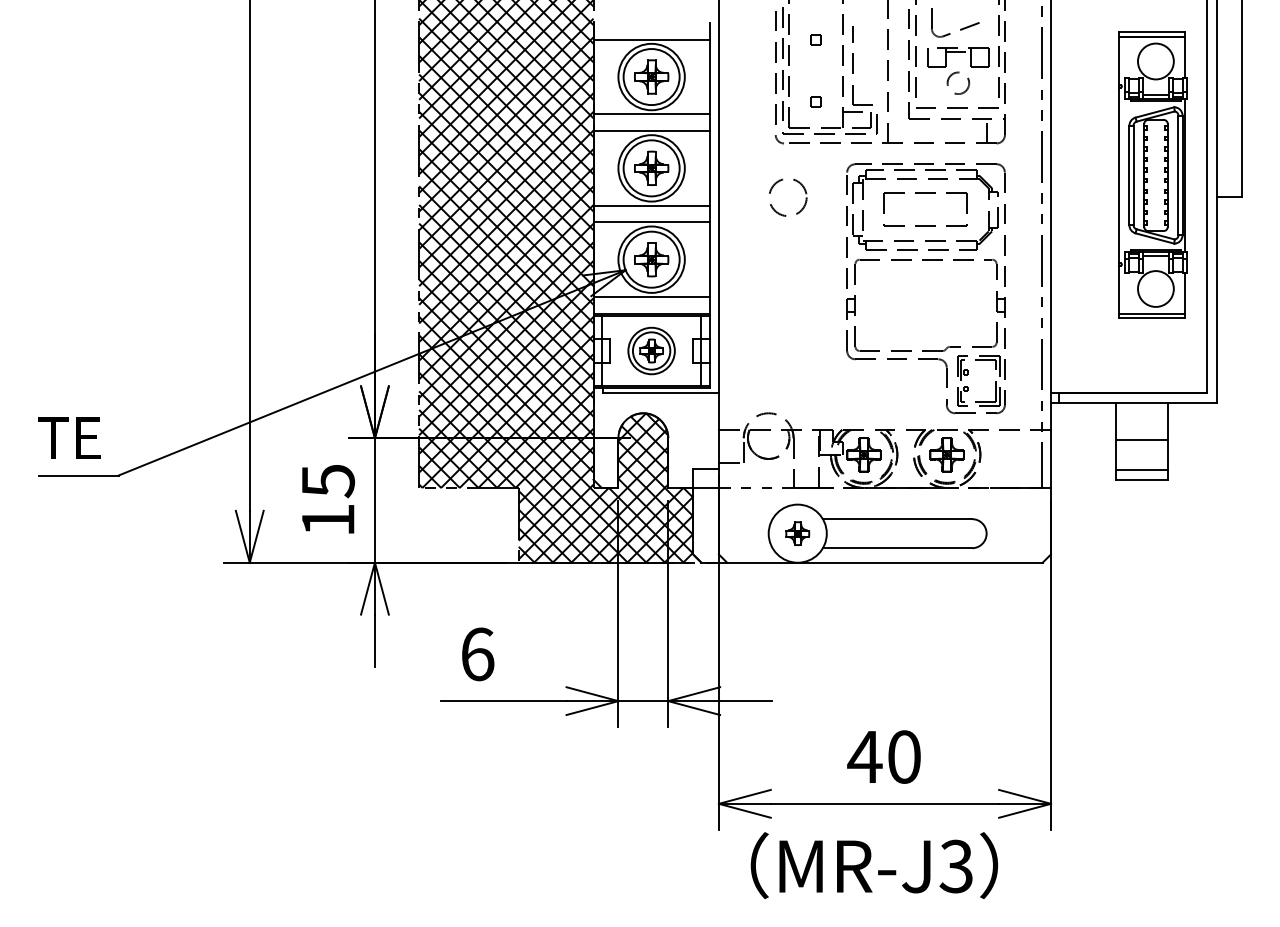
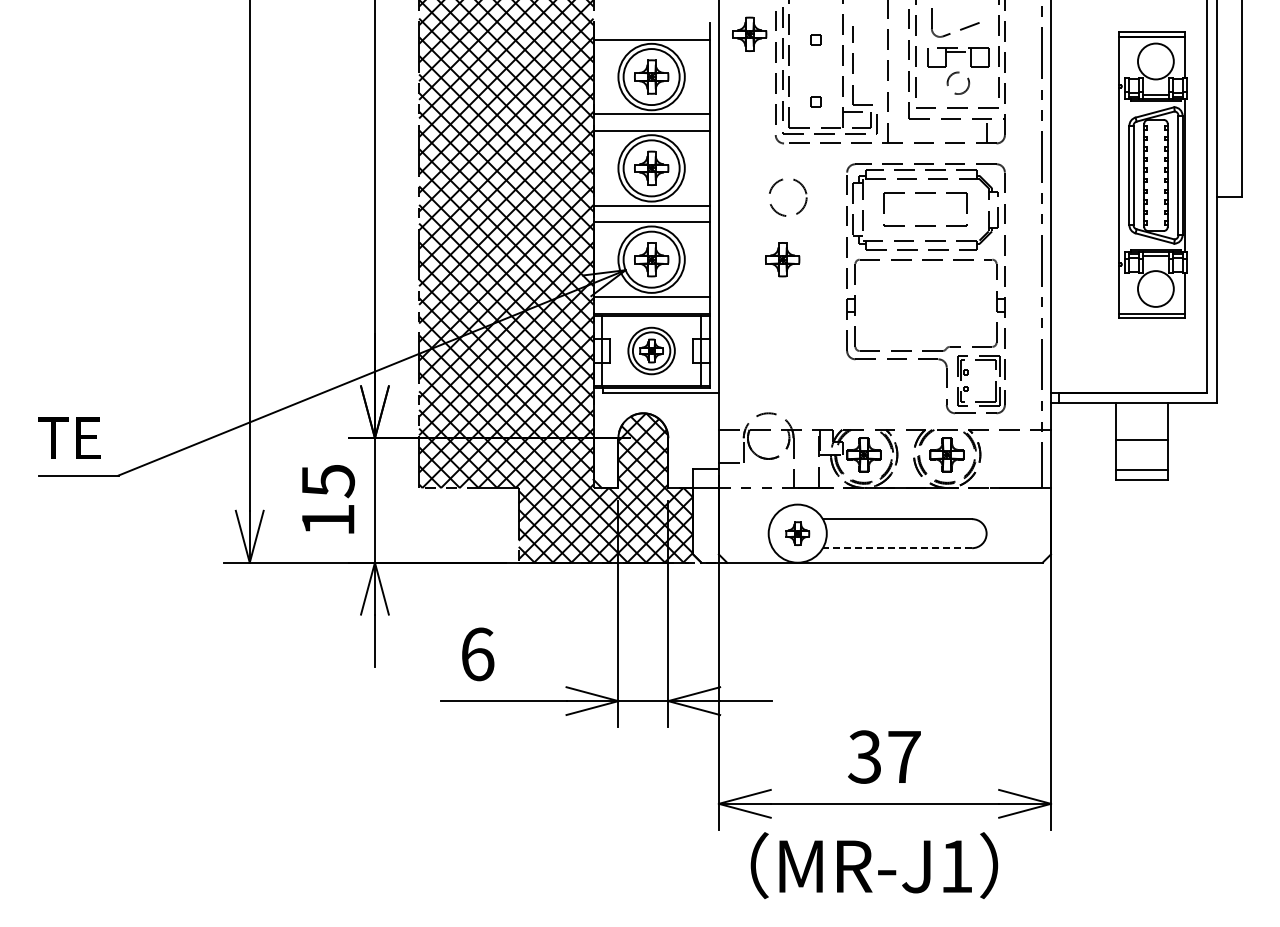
part at (749, 33): none -> present
part at (782, 259): none -> present
line at (897, 548): solid -> dashed
text at (883, 756): 40 -> 37
text at (955, 866): MR-J3 -> MR-J1
